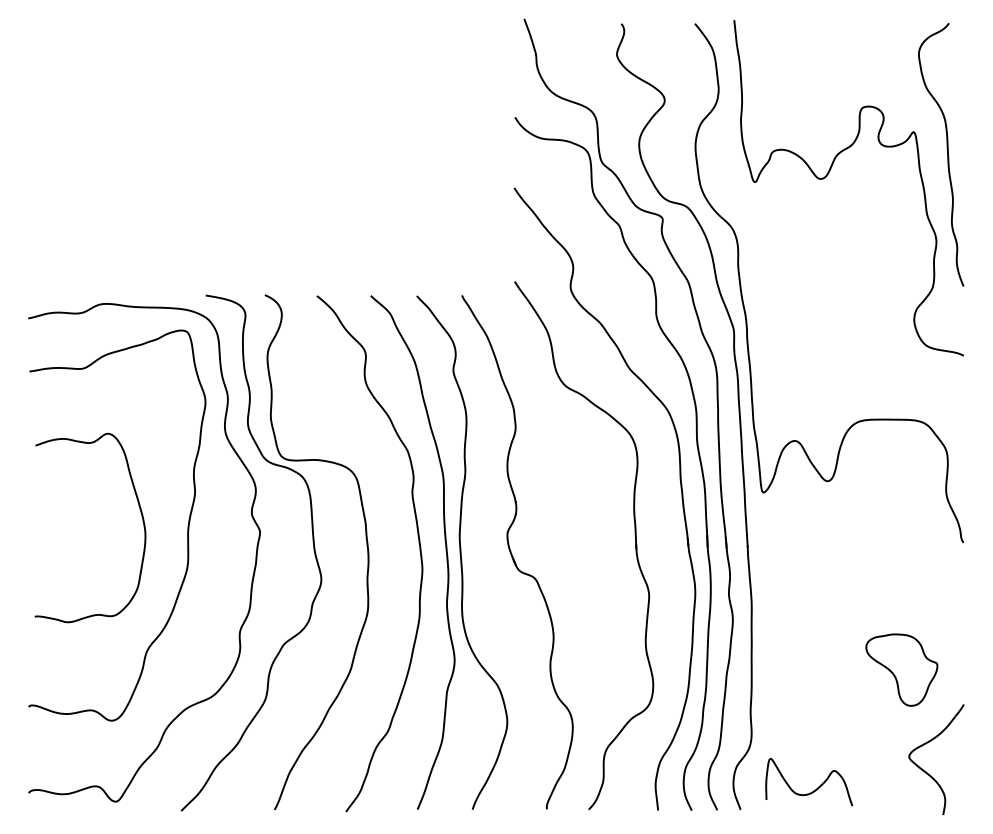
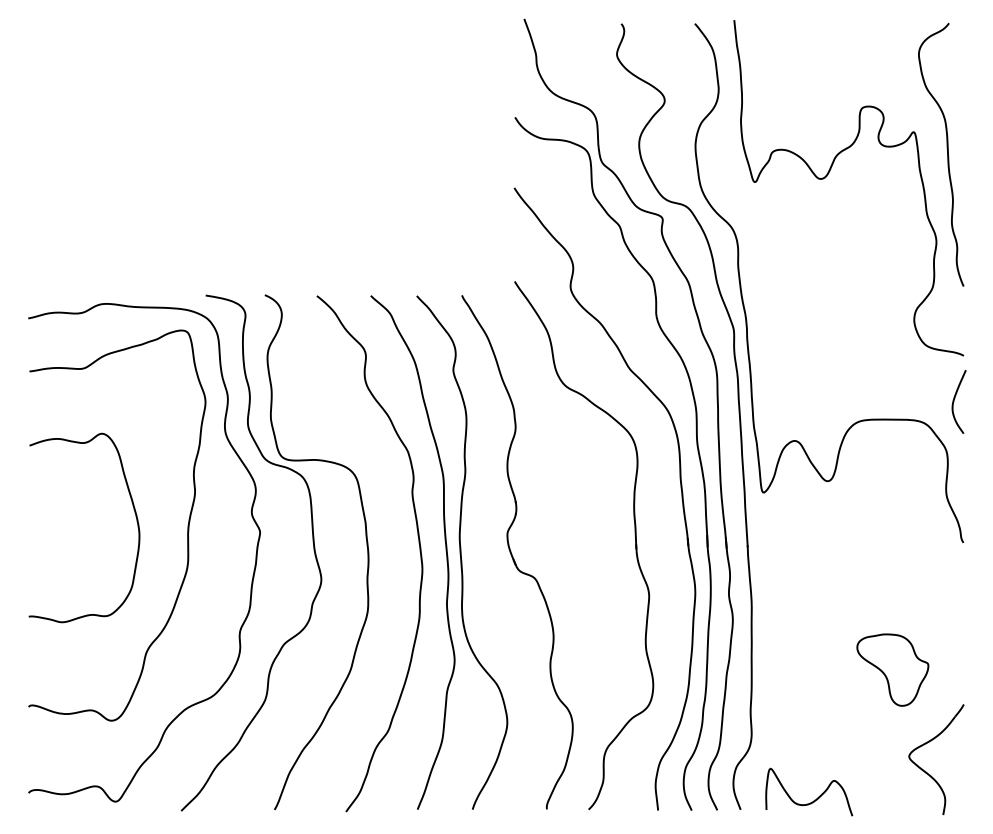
curve at (954, 401): none -> present
curve at (140, 513) position: (140, 513) -> (134, 513)
part at (901, 669) position: (901, 669) -> (892, 669)
curve at (813, 790) position: (813, 790) -> (813, 800)
